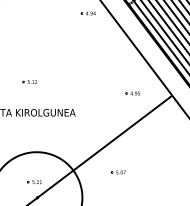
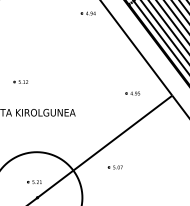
part at (29, 81) position: (29, 81) -> (20, 81)
part at (117, 172) position: (117, 172) -> (114, 167)
